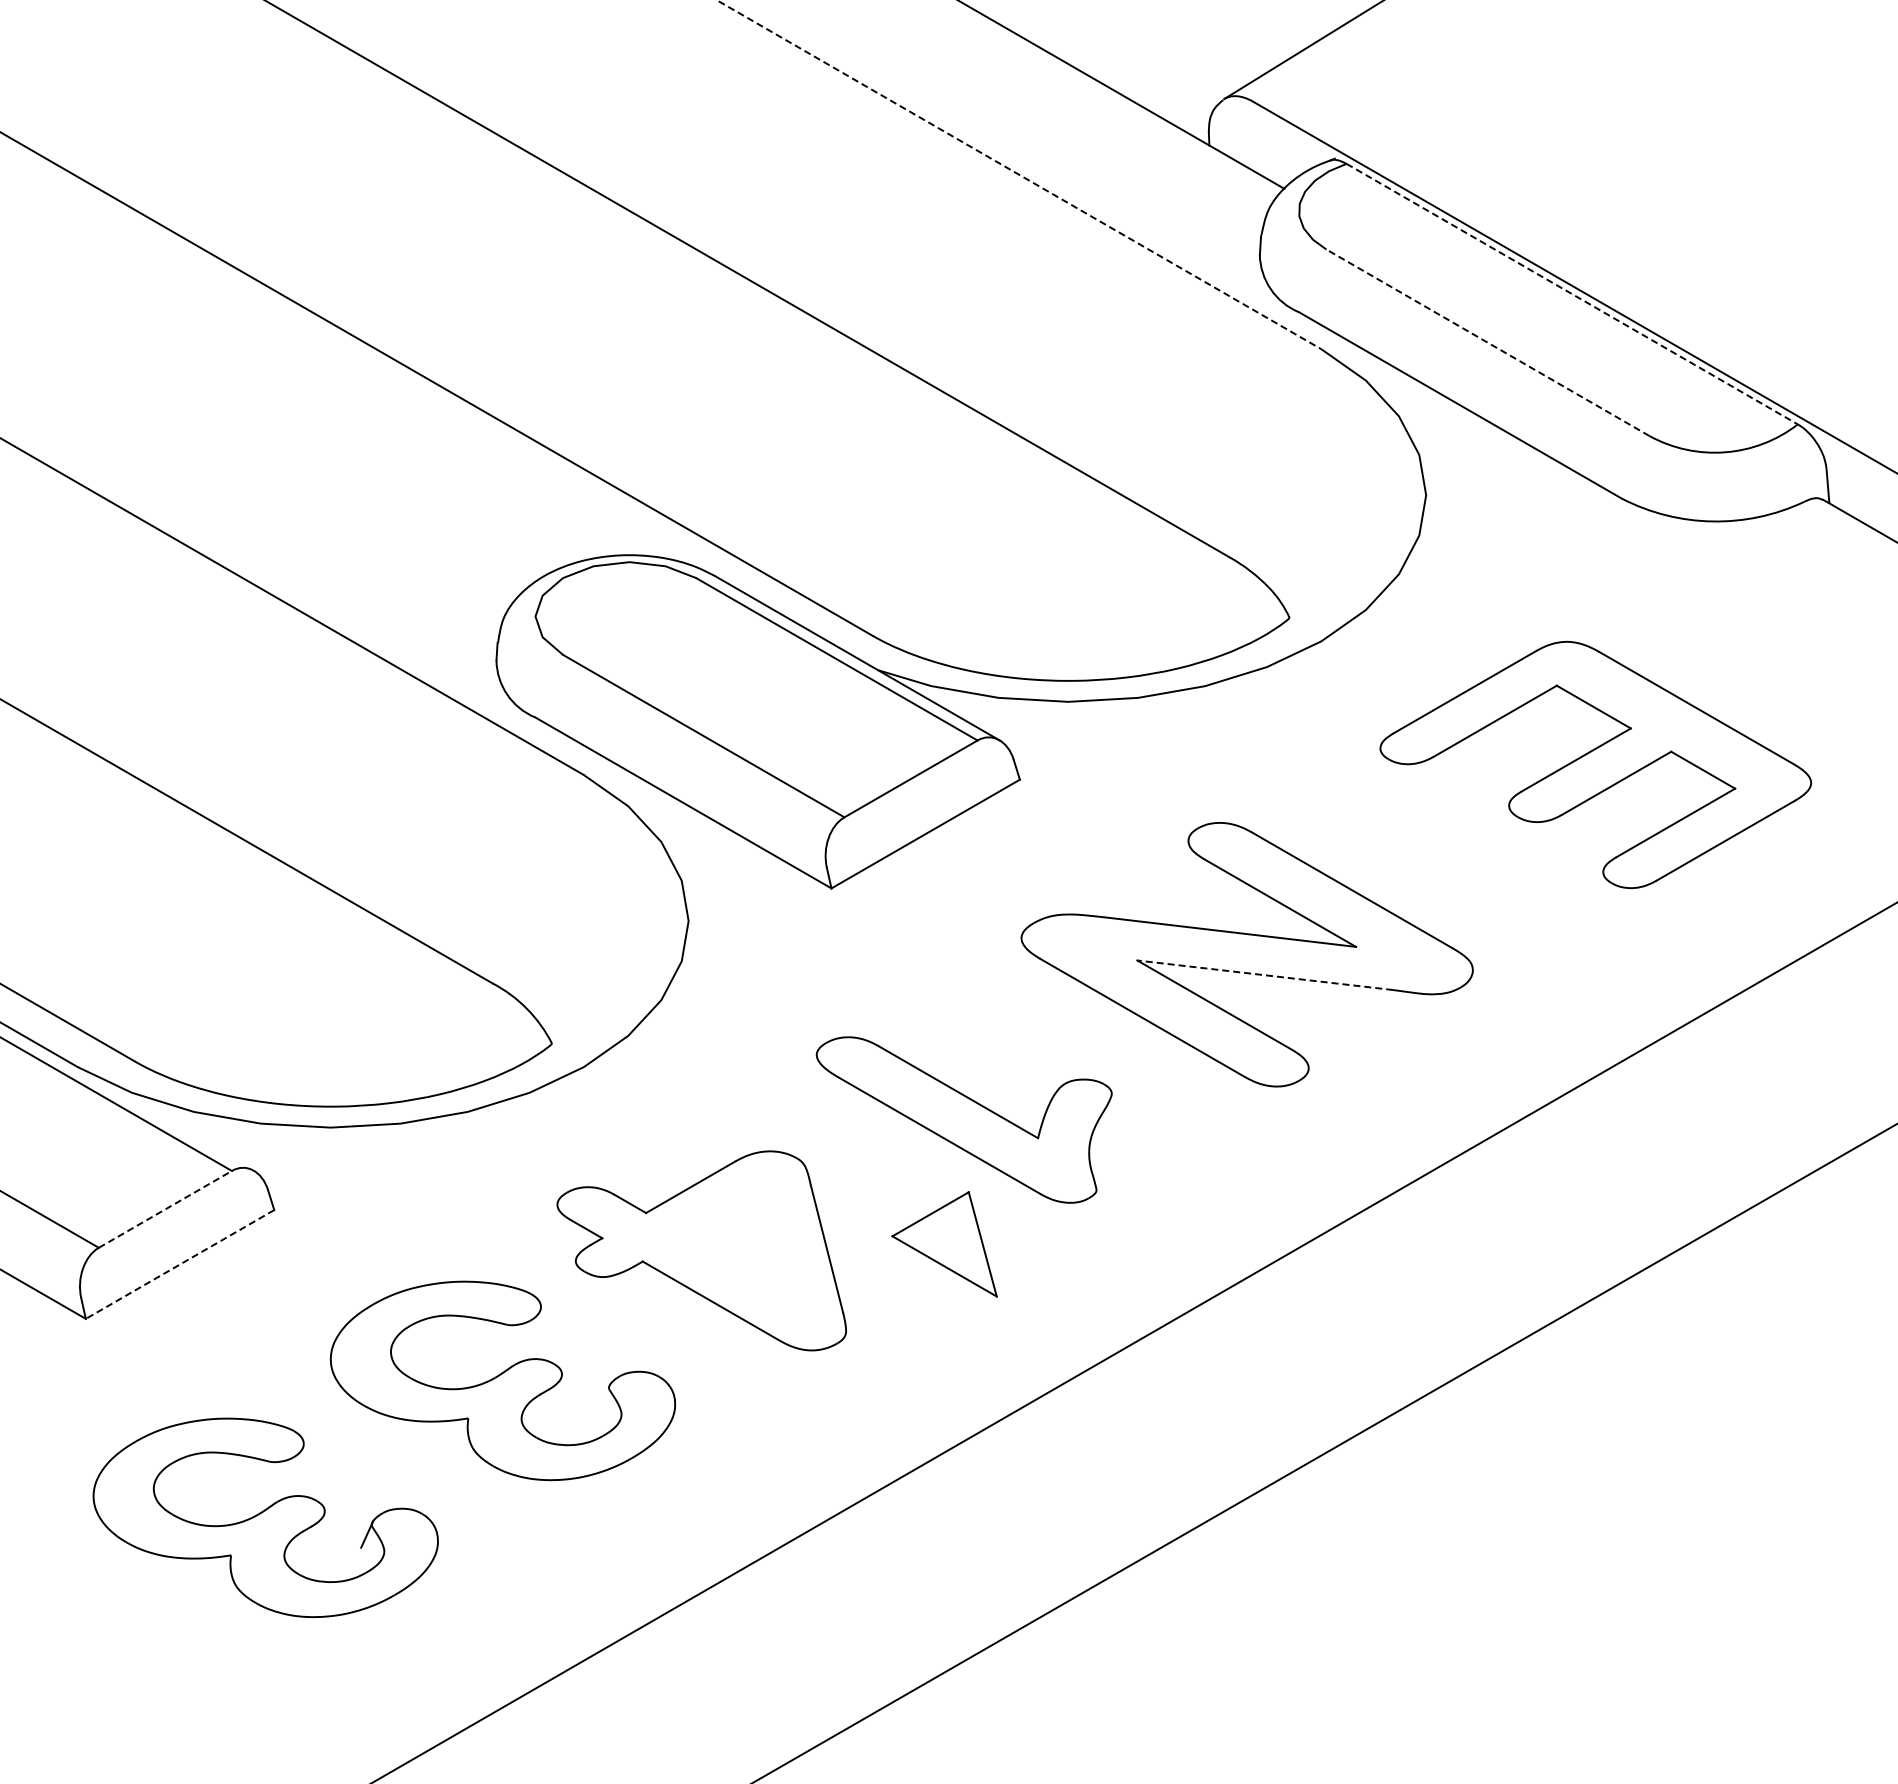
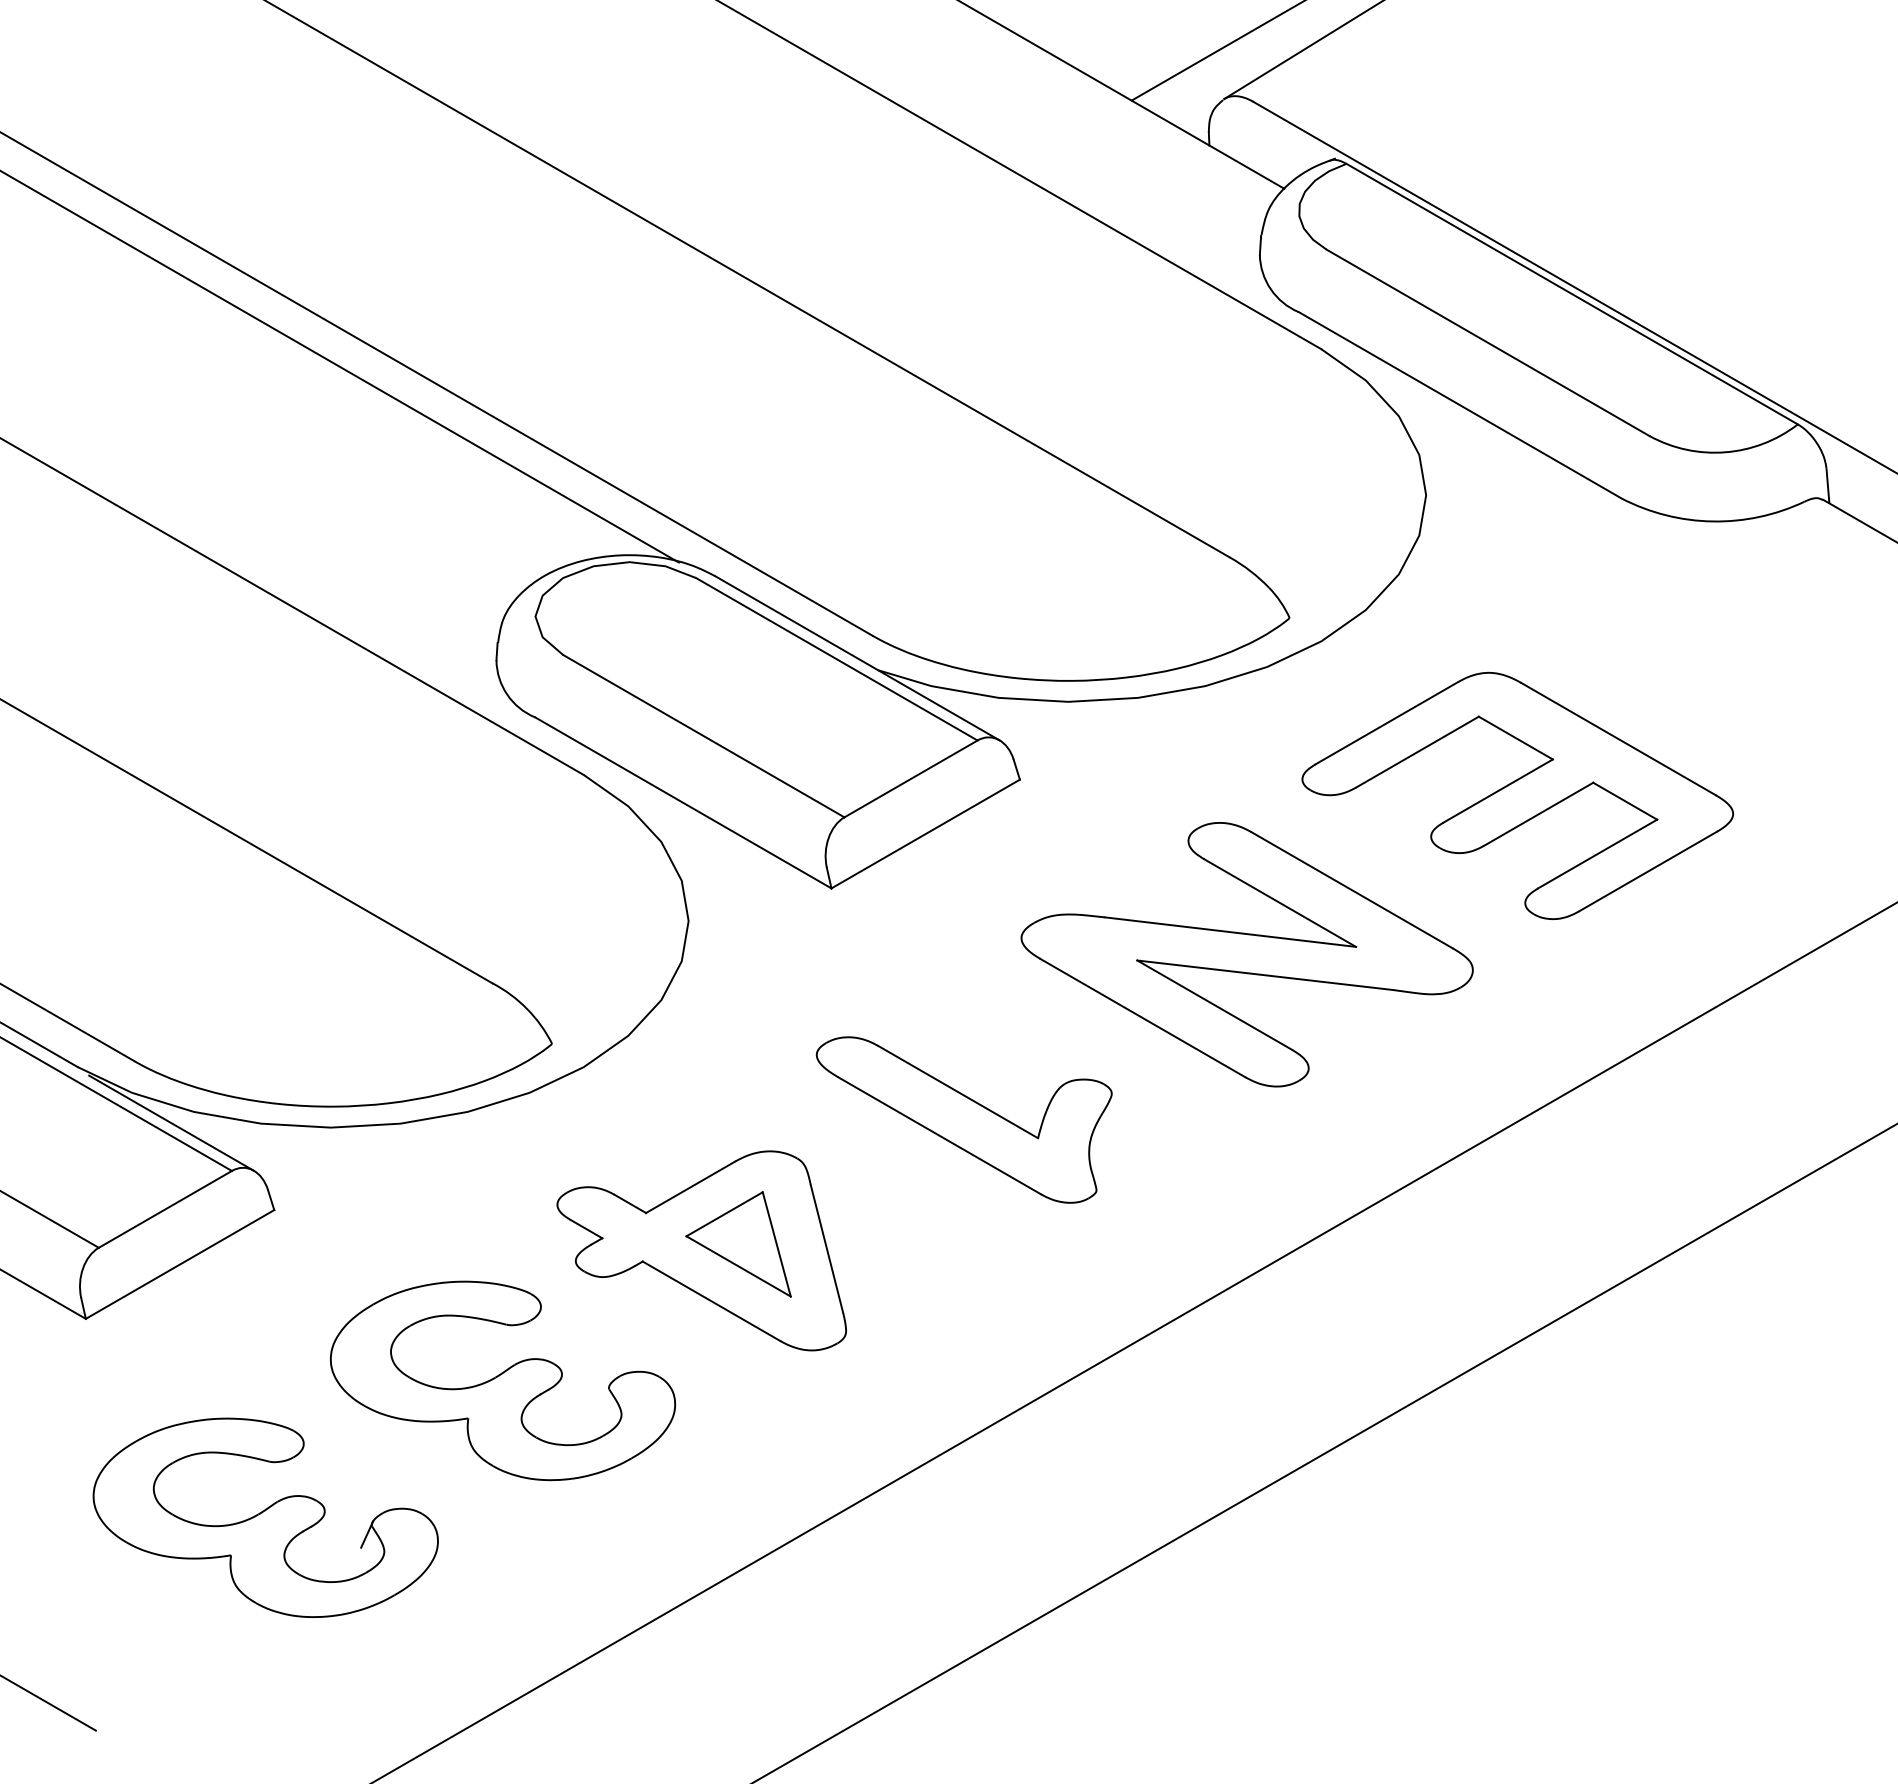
line at (1216, 51): none -> present
line at (1019, 174): dashed -> solid
line at (1572, 294): dashed -> solid
line at (1487, 342): dashed -> solid
line at (340, 366): none -> present
part at (1595, 764) position: (1595, 764) -> (1517, 795)
line at (1265, 975): dashed -> solid
line at (171, 1122): none -> present
line at (165, 1209): dashed -> solid
part at (944, 1244) position: (944, 1244) -> (738, 1244)
line at (180, 1264): dashed -> solid
line at (48, 1703): none -> present
